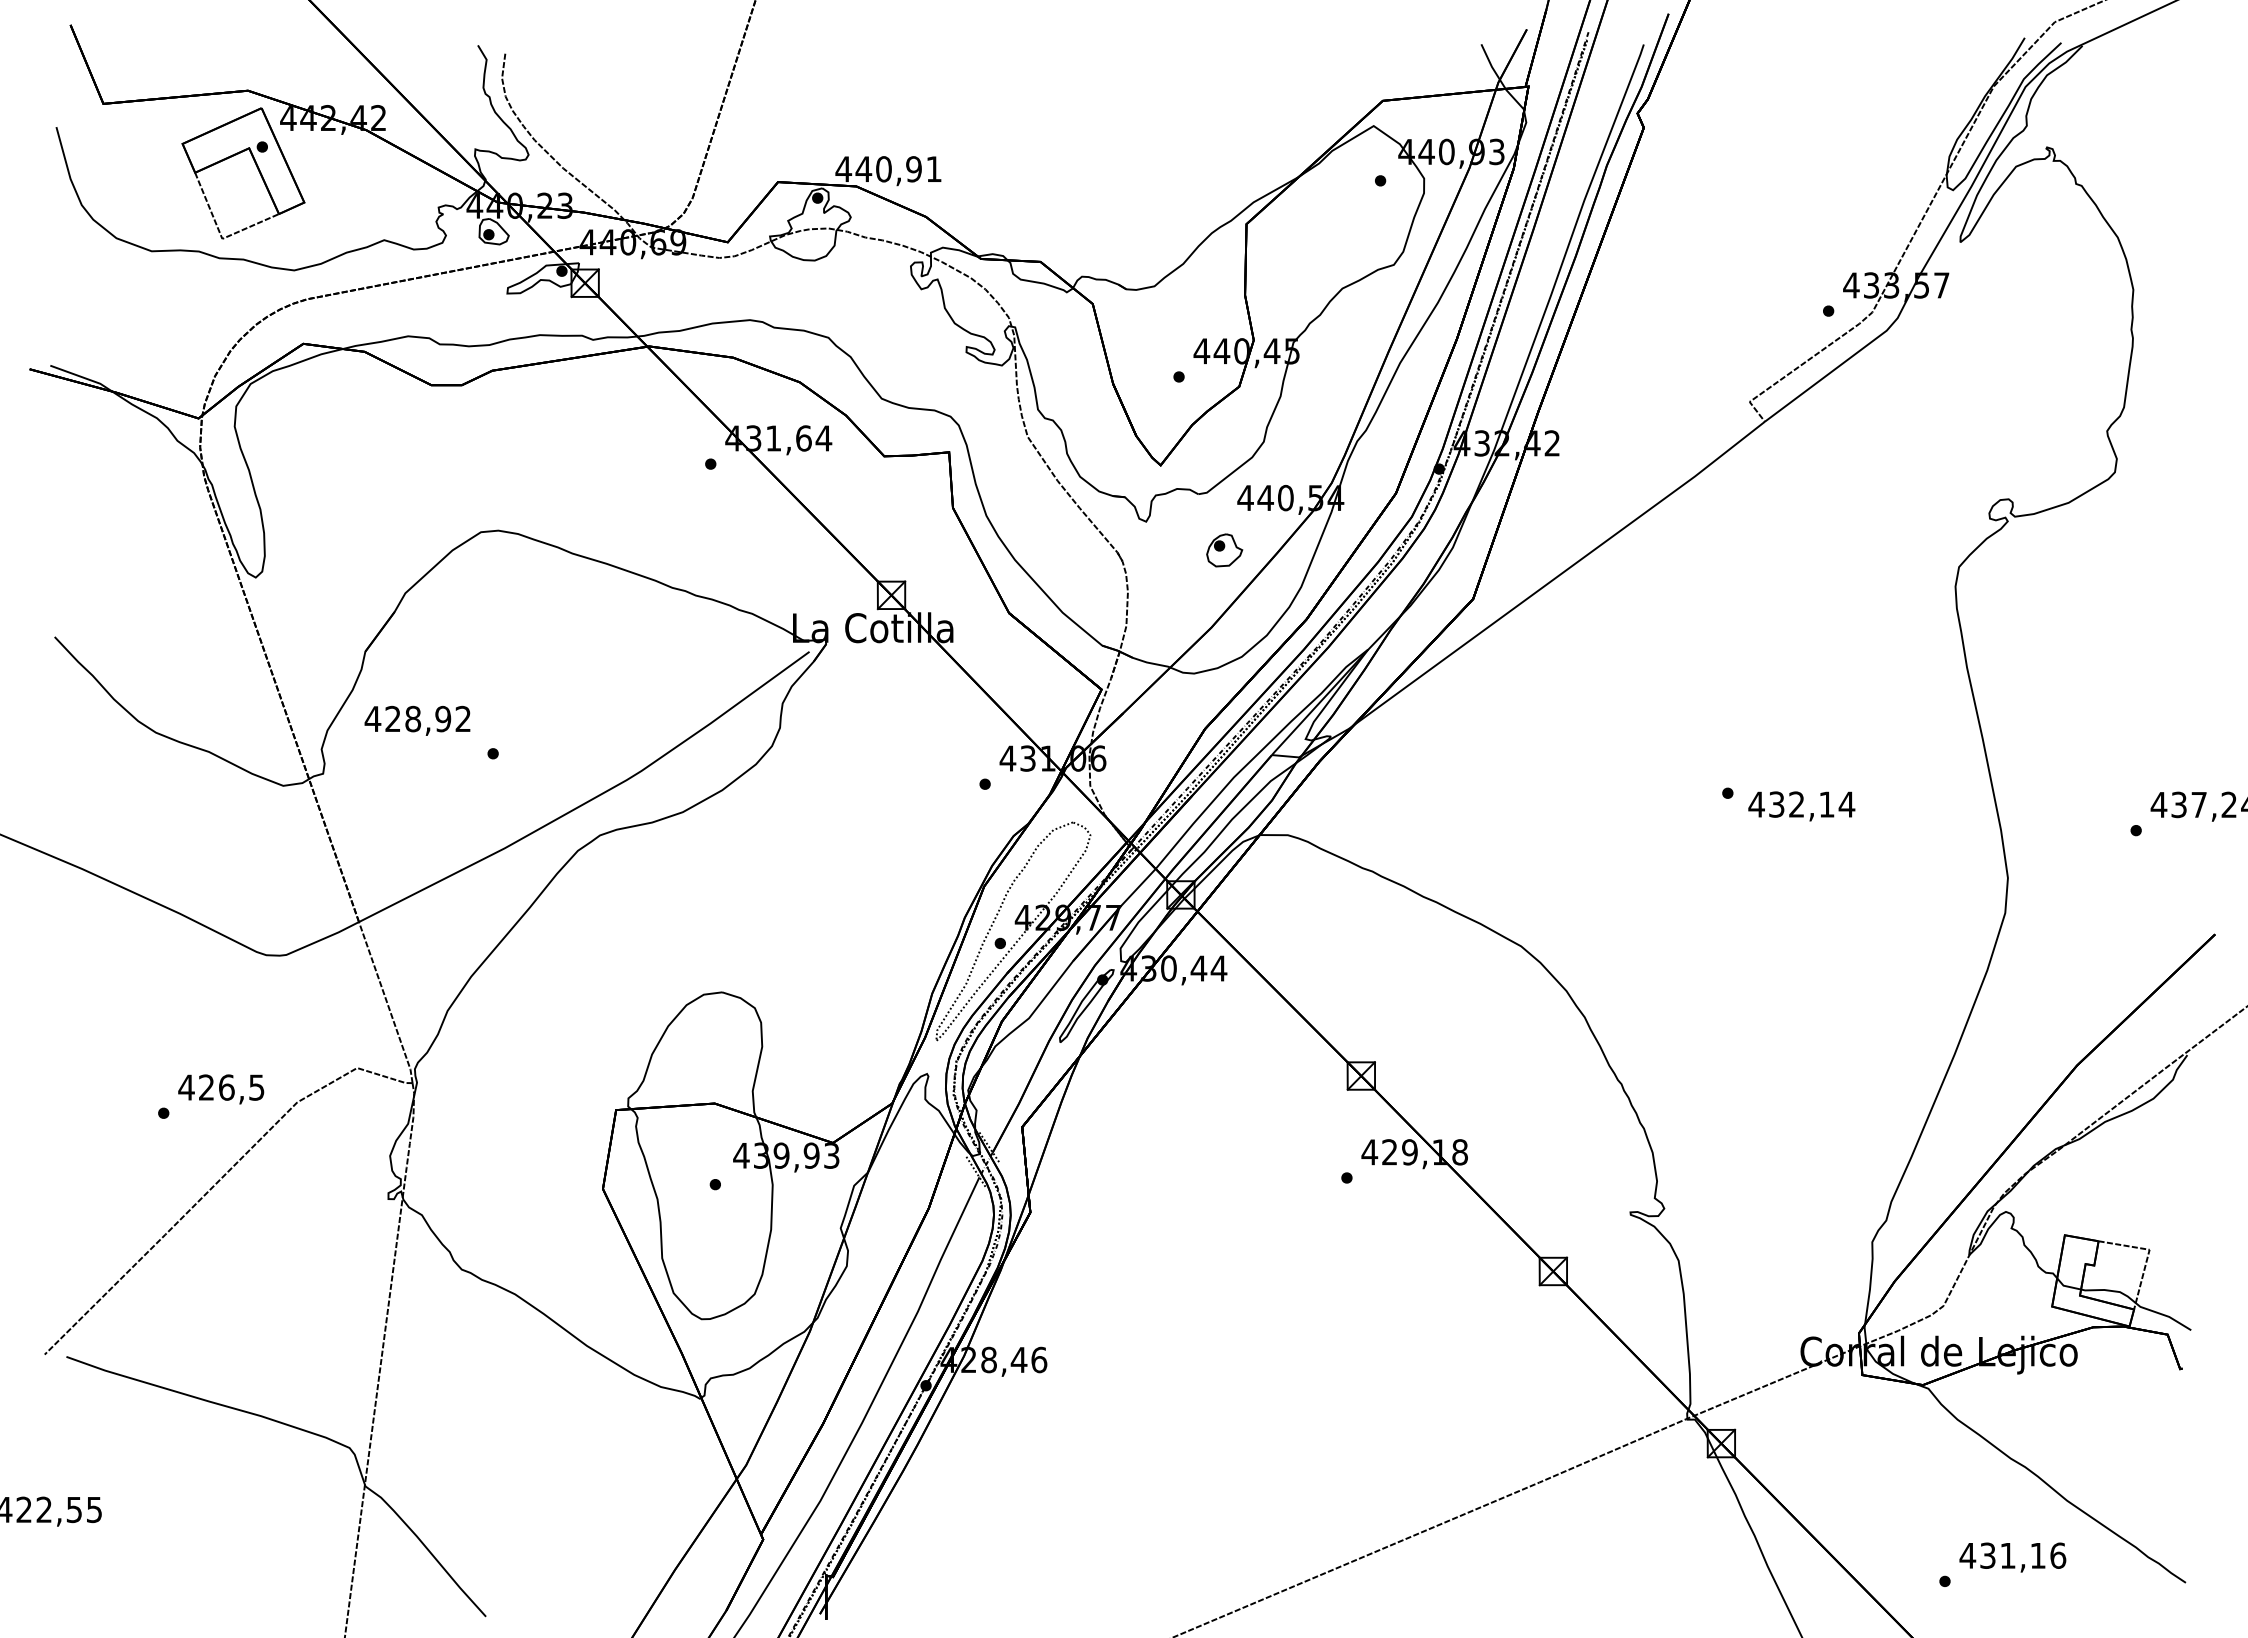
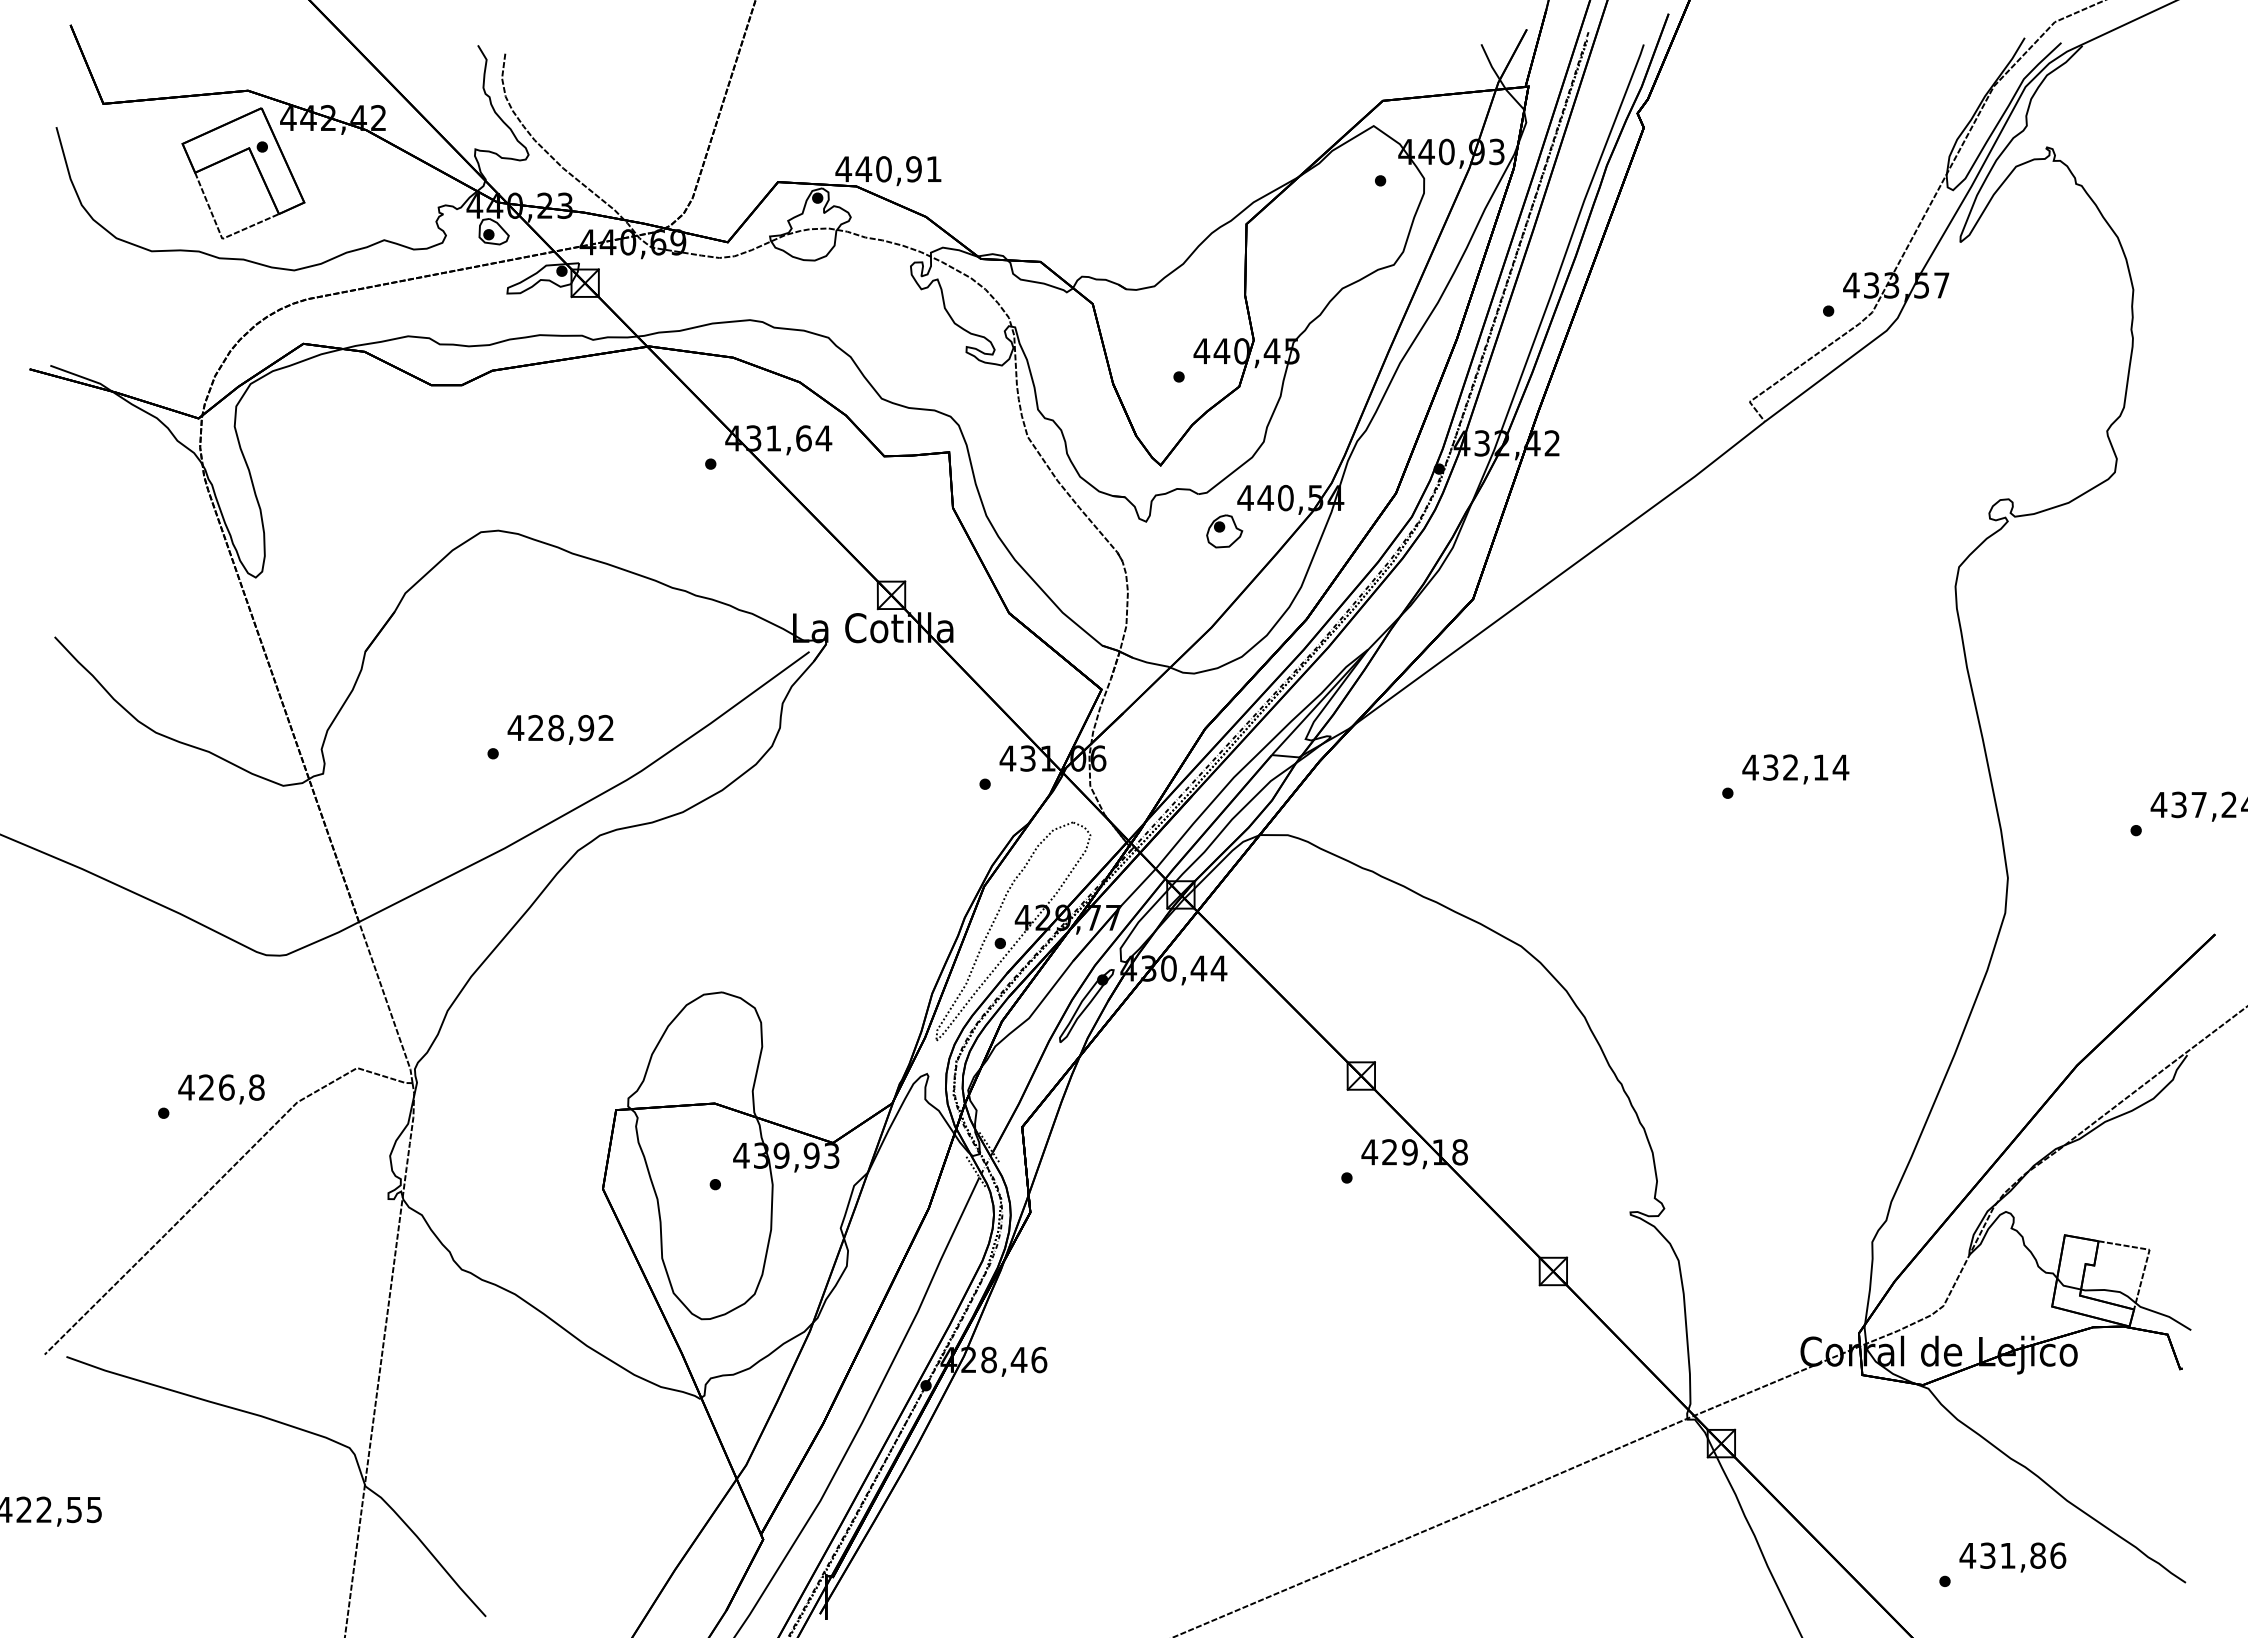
part at (1224, 550) position: (1224, 550) -> (1224, 531)
text at (417, 720) position: (417, 720) -> (560, 729)
text at (1801, 806) position: (1801, 806) -> (1795, 769)
text at (256, 1087): 426,5 -> 426,8
text at (2037, 1555): 431,16 -> 431,86
